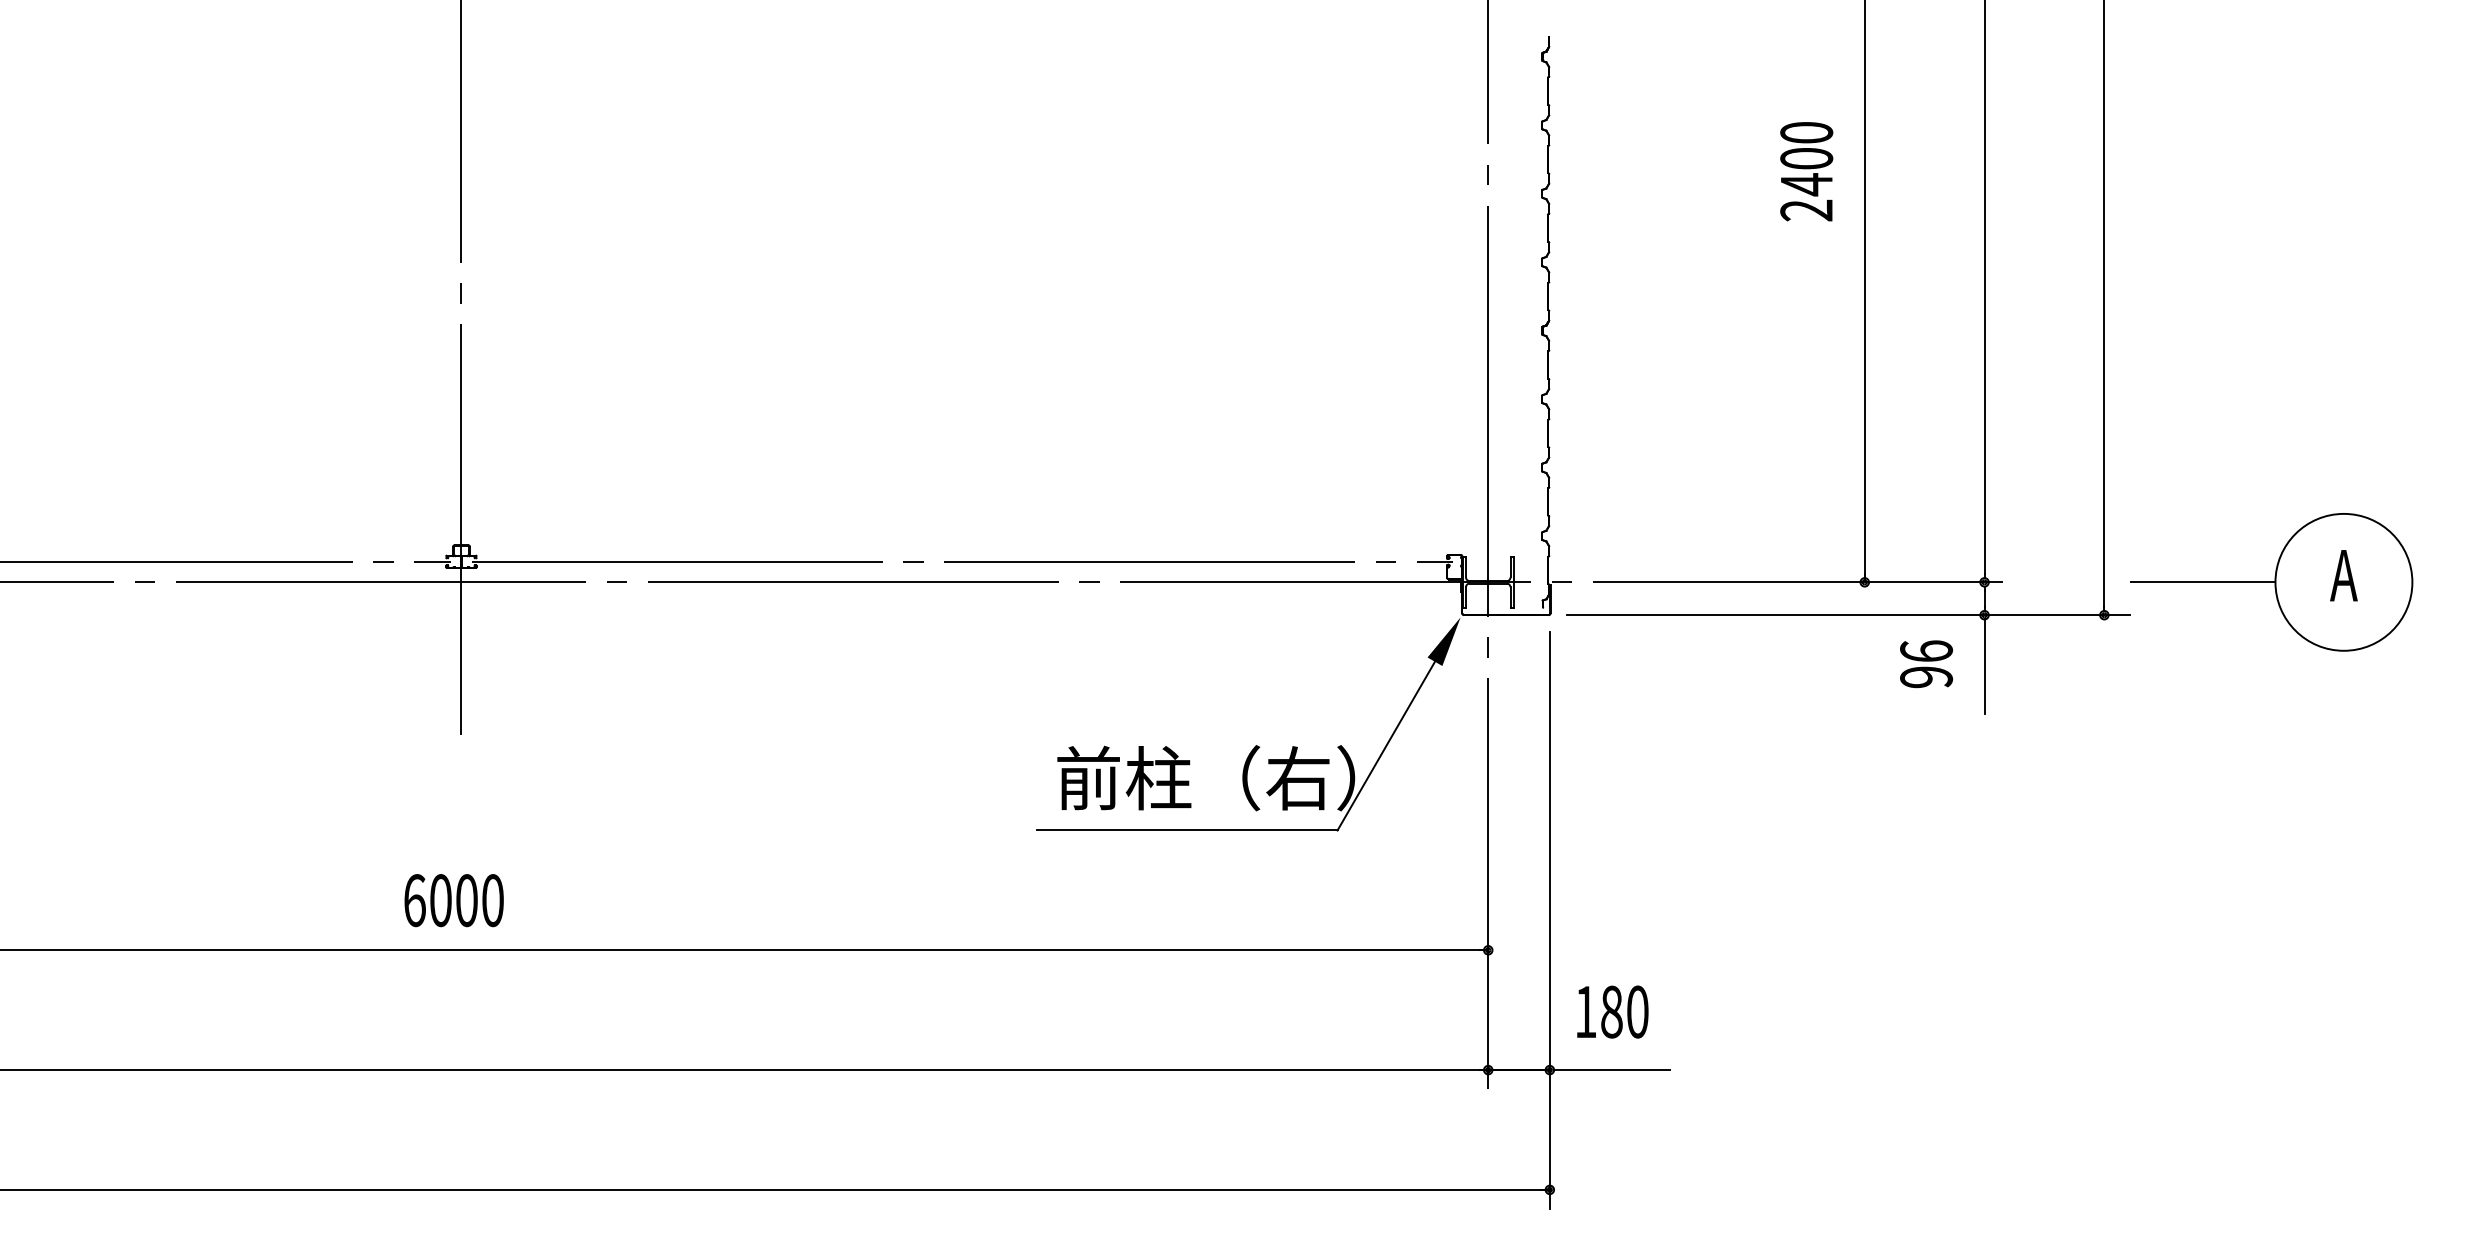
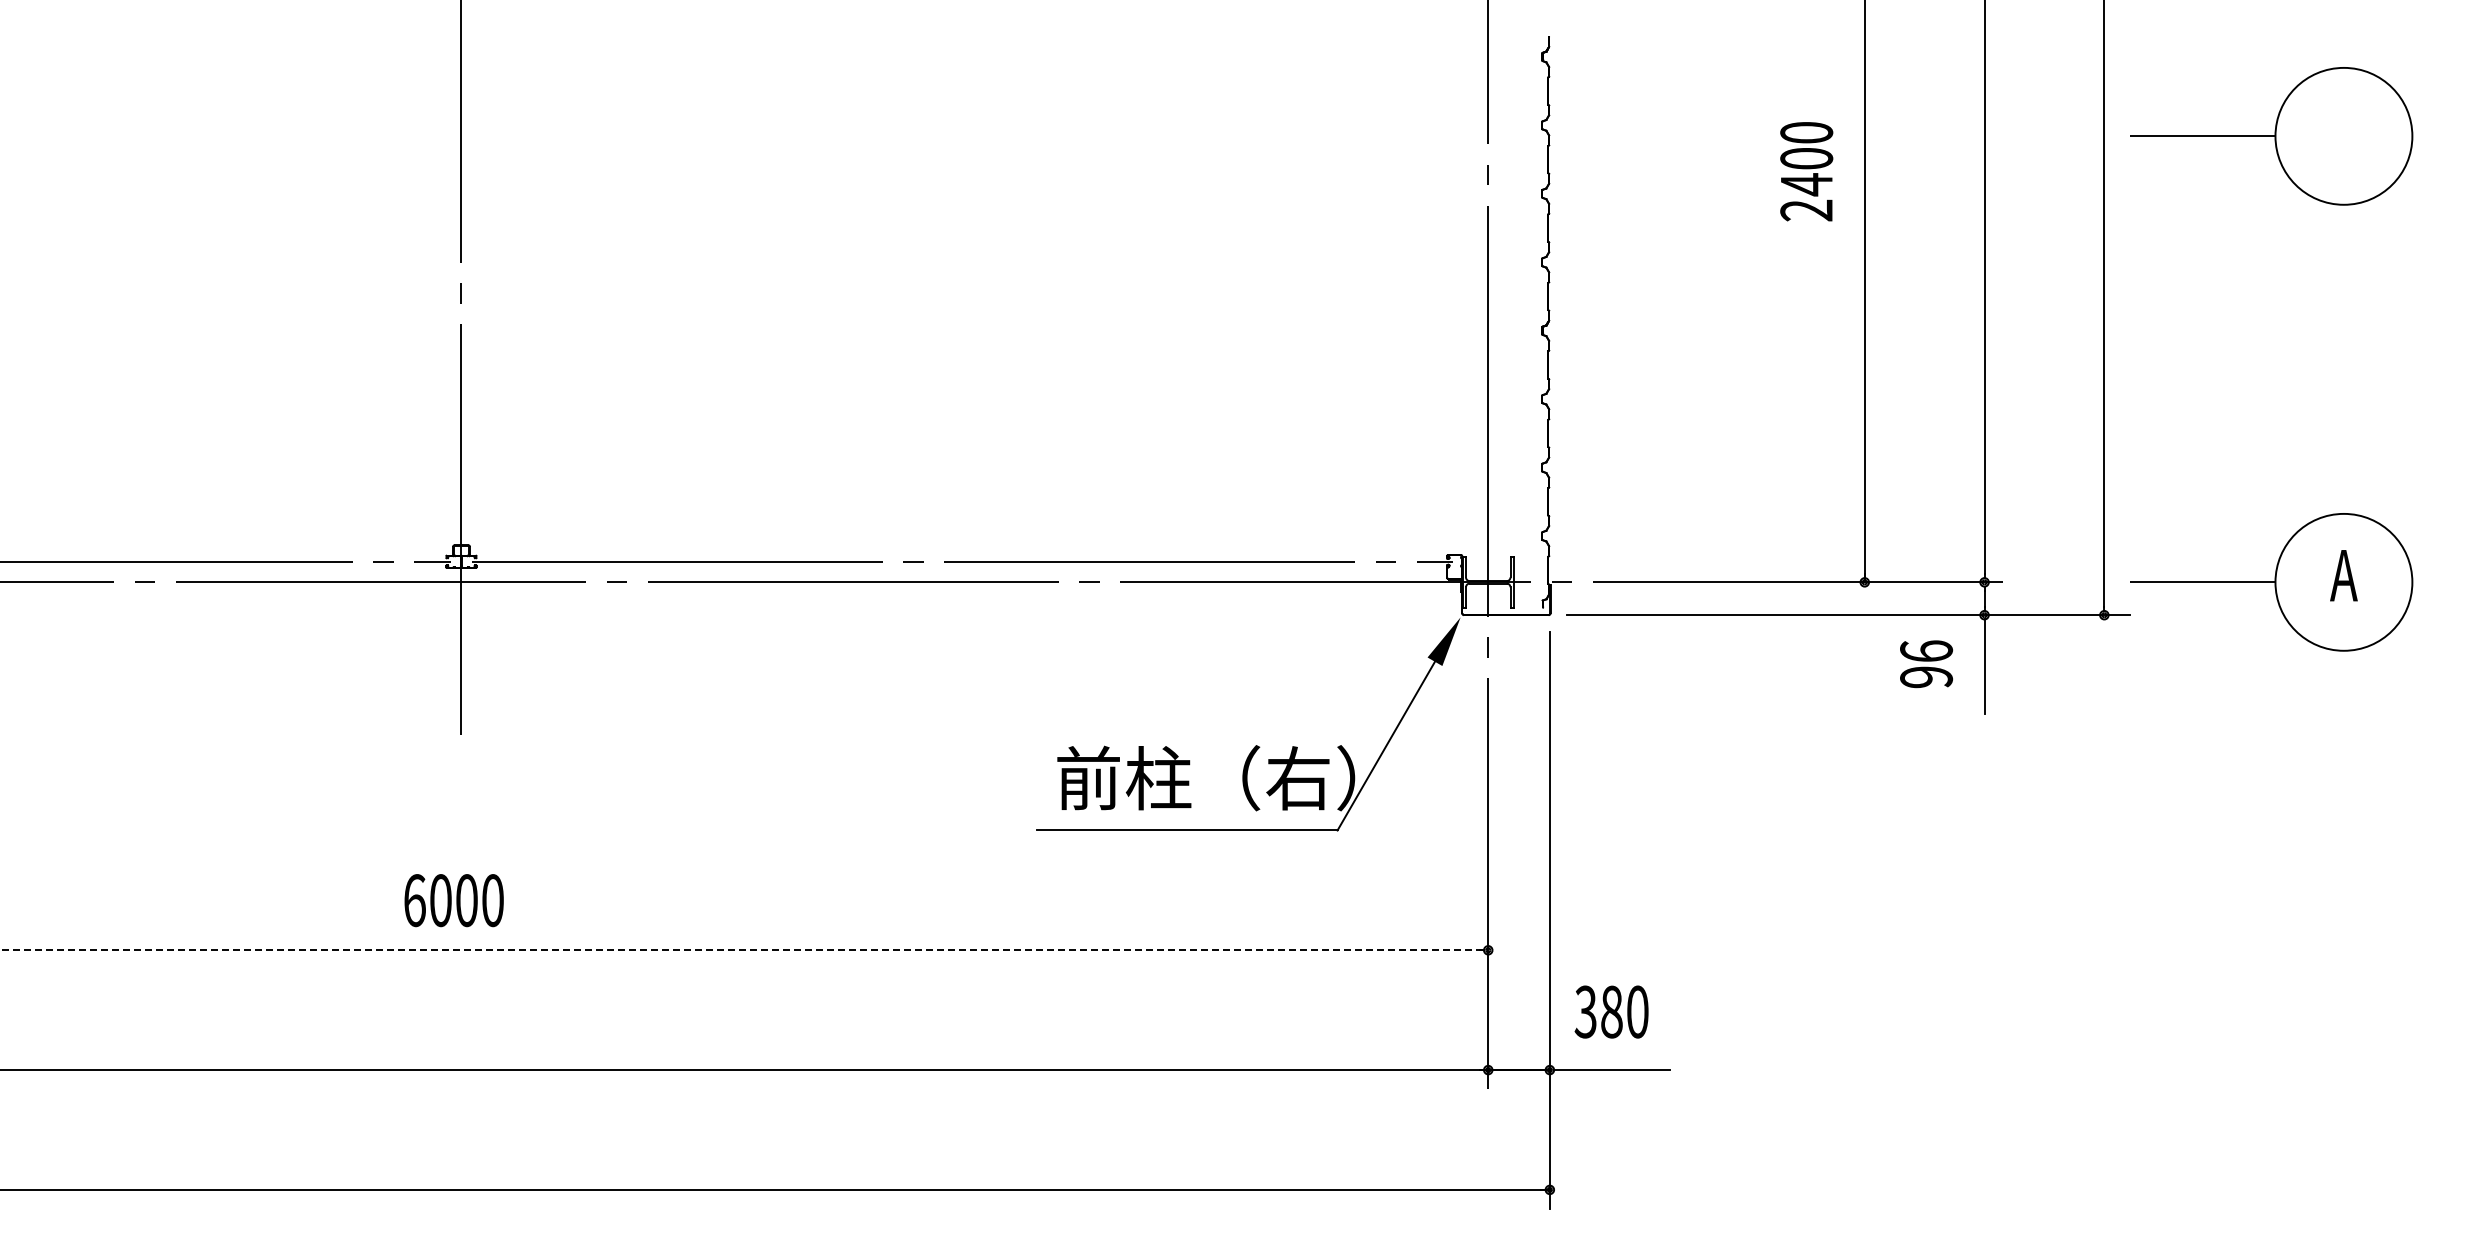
part at (2271, 136): none -> present
line at (744, 950): solid -> dashed
text at (1585, 1011): 180 -> 380
